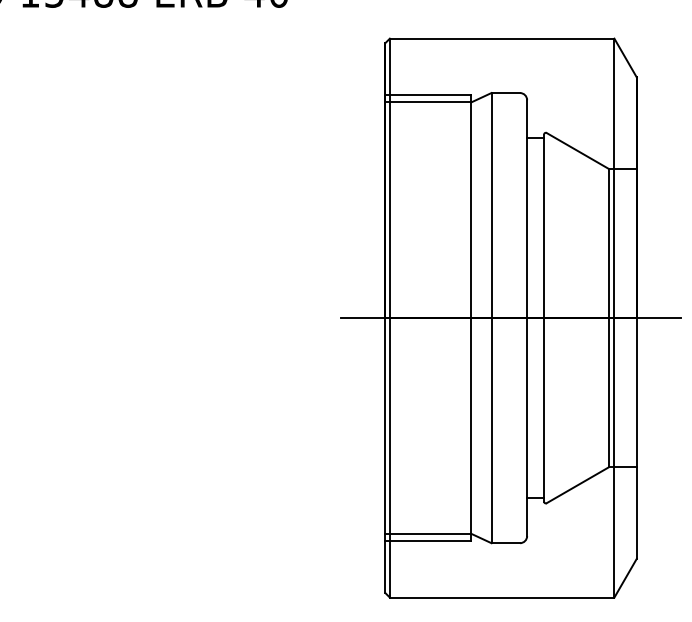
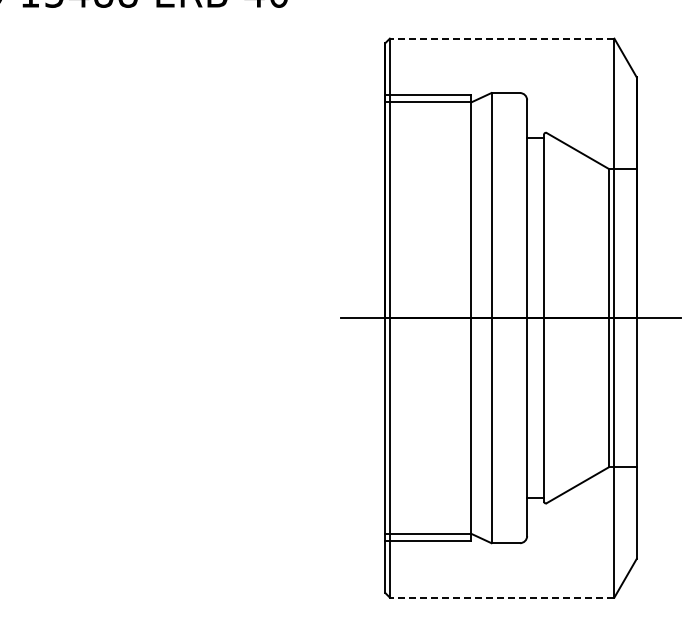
line at (501, 38): solid -> dashed
line at (501, 597): solid -> dashed
